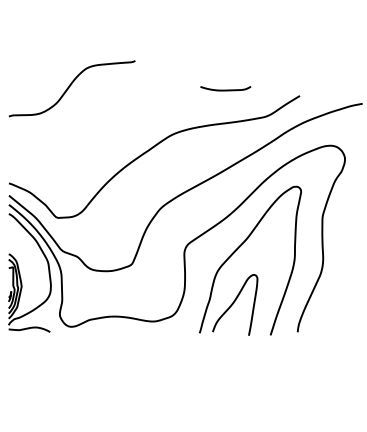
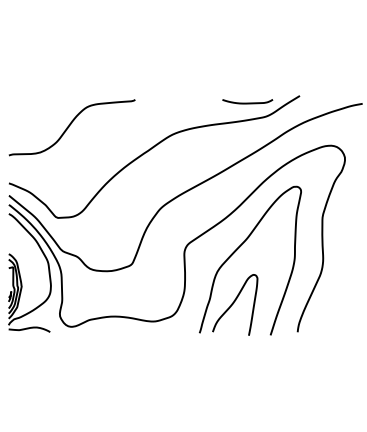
curve at (69, 88) position: (69, 88) -> (69, 127)
curve at (225, 89) position: (225, 89) -> (247, 102)
